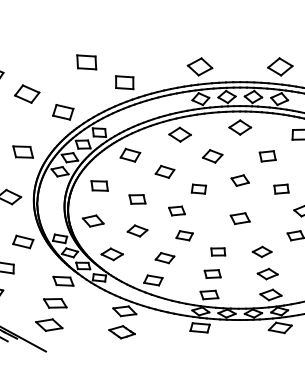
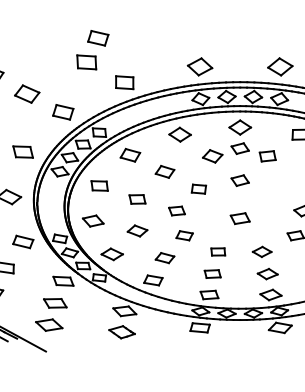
part at (98, 38): none -> present
part at (239, 148): none -> present
part at (281, 188): present -> none
